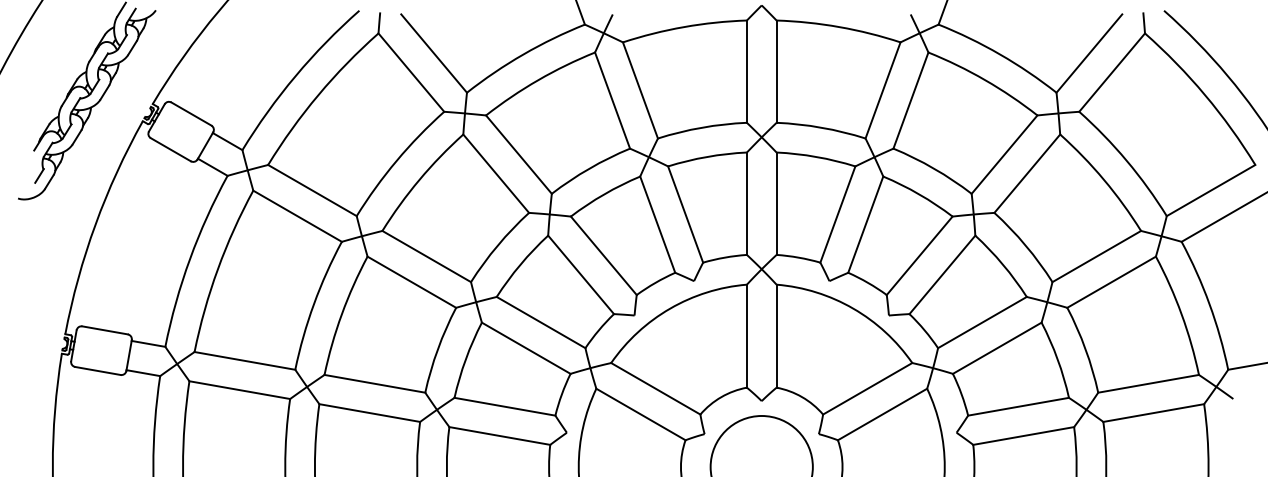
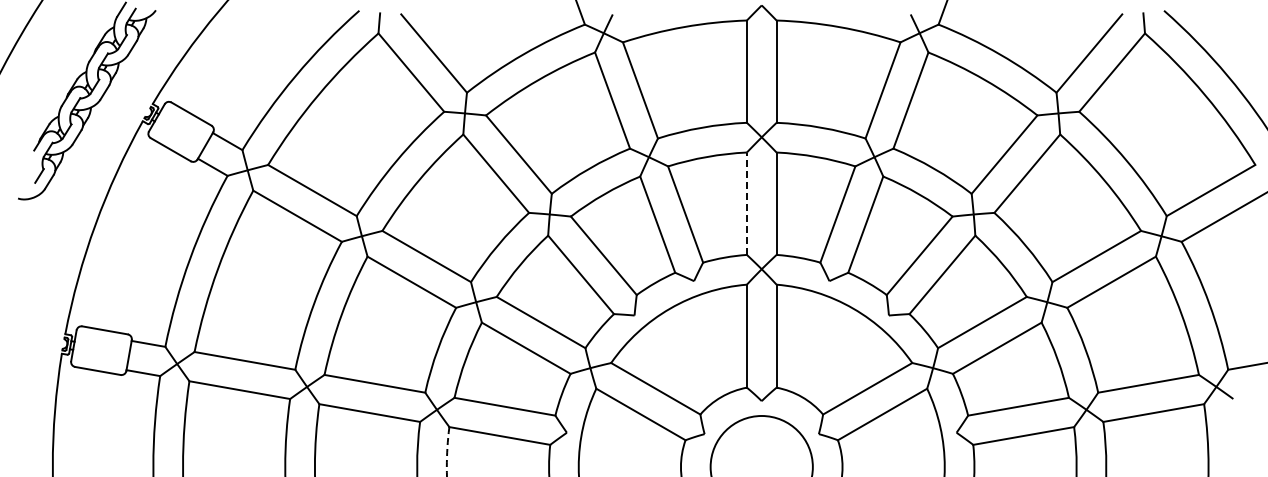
line at (746, 203): solid -> dashed
arc at (447, 451): solid -> dashed
